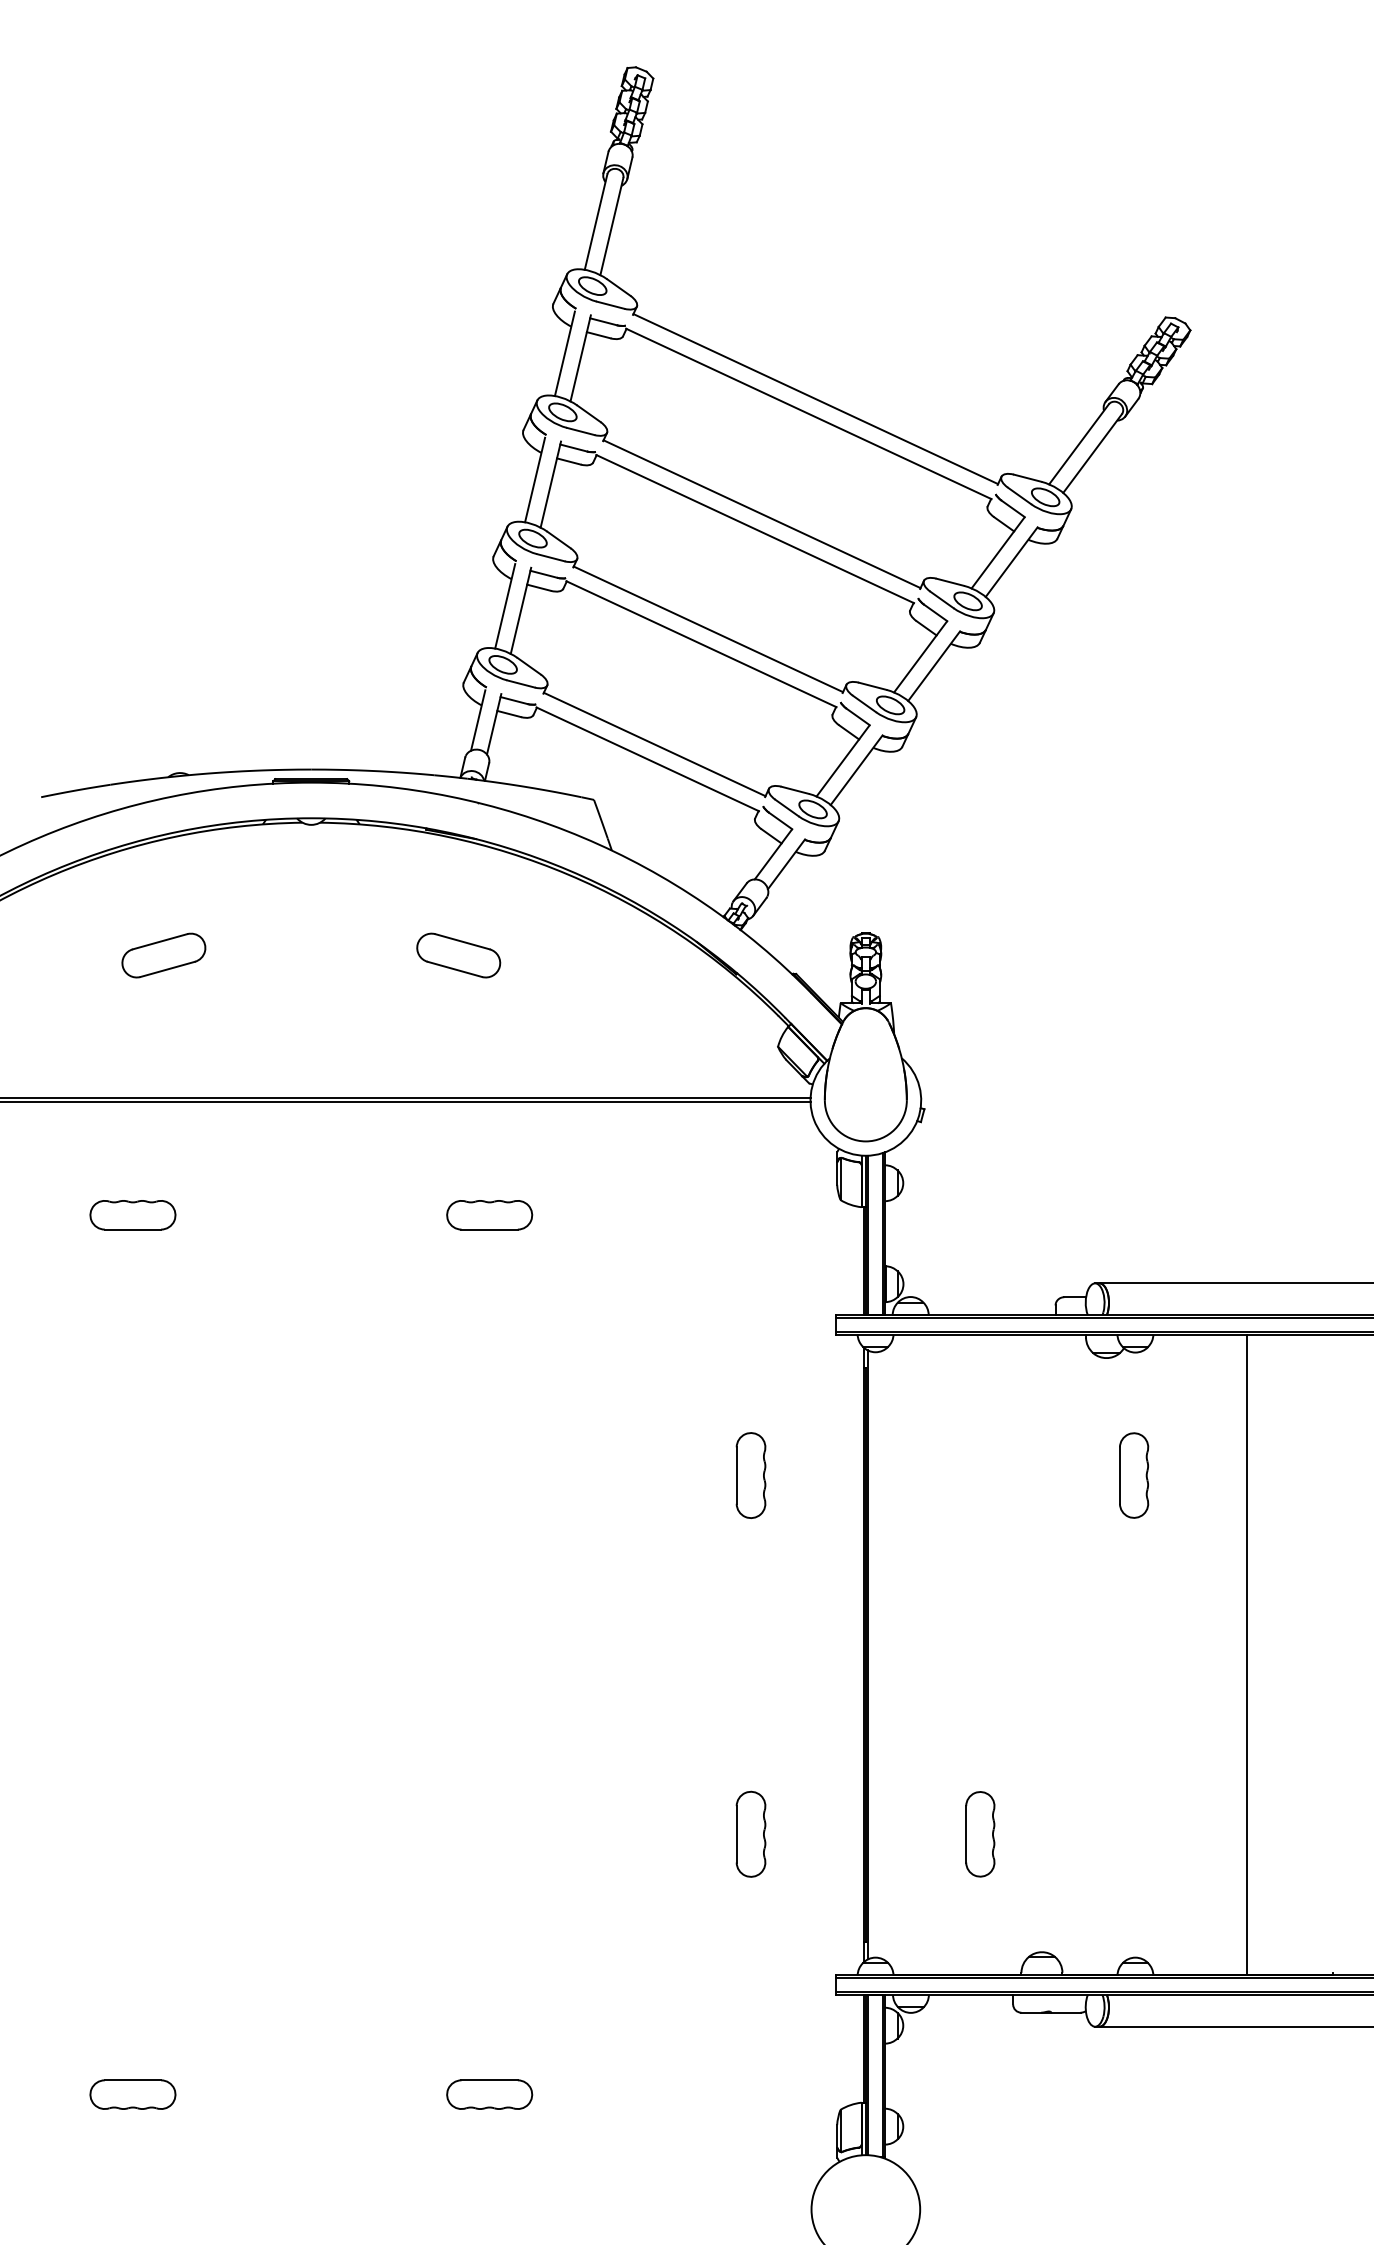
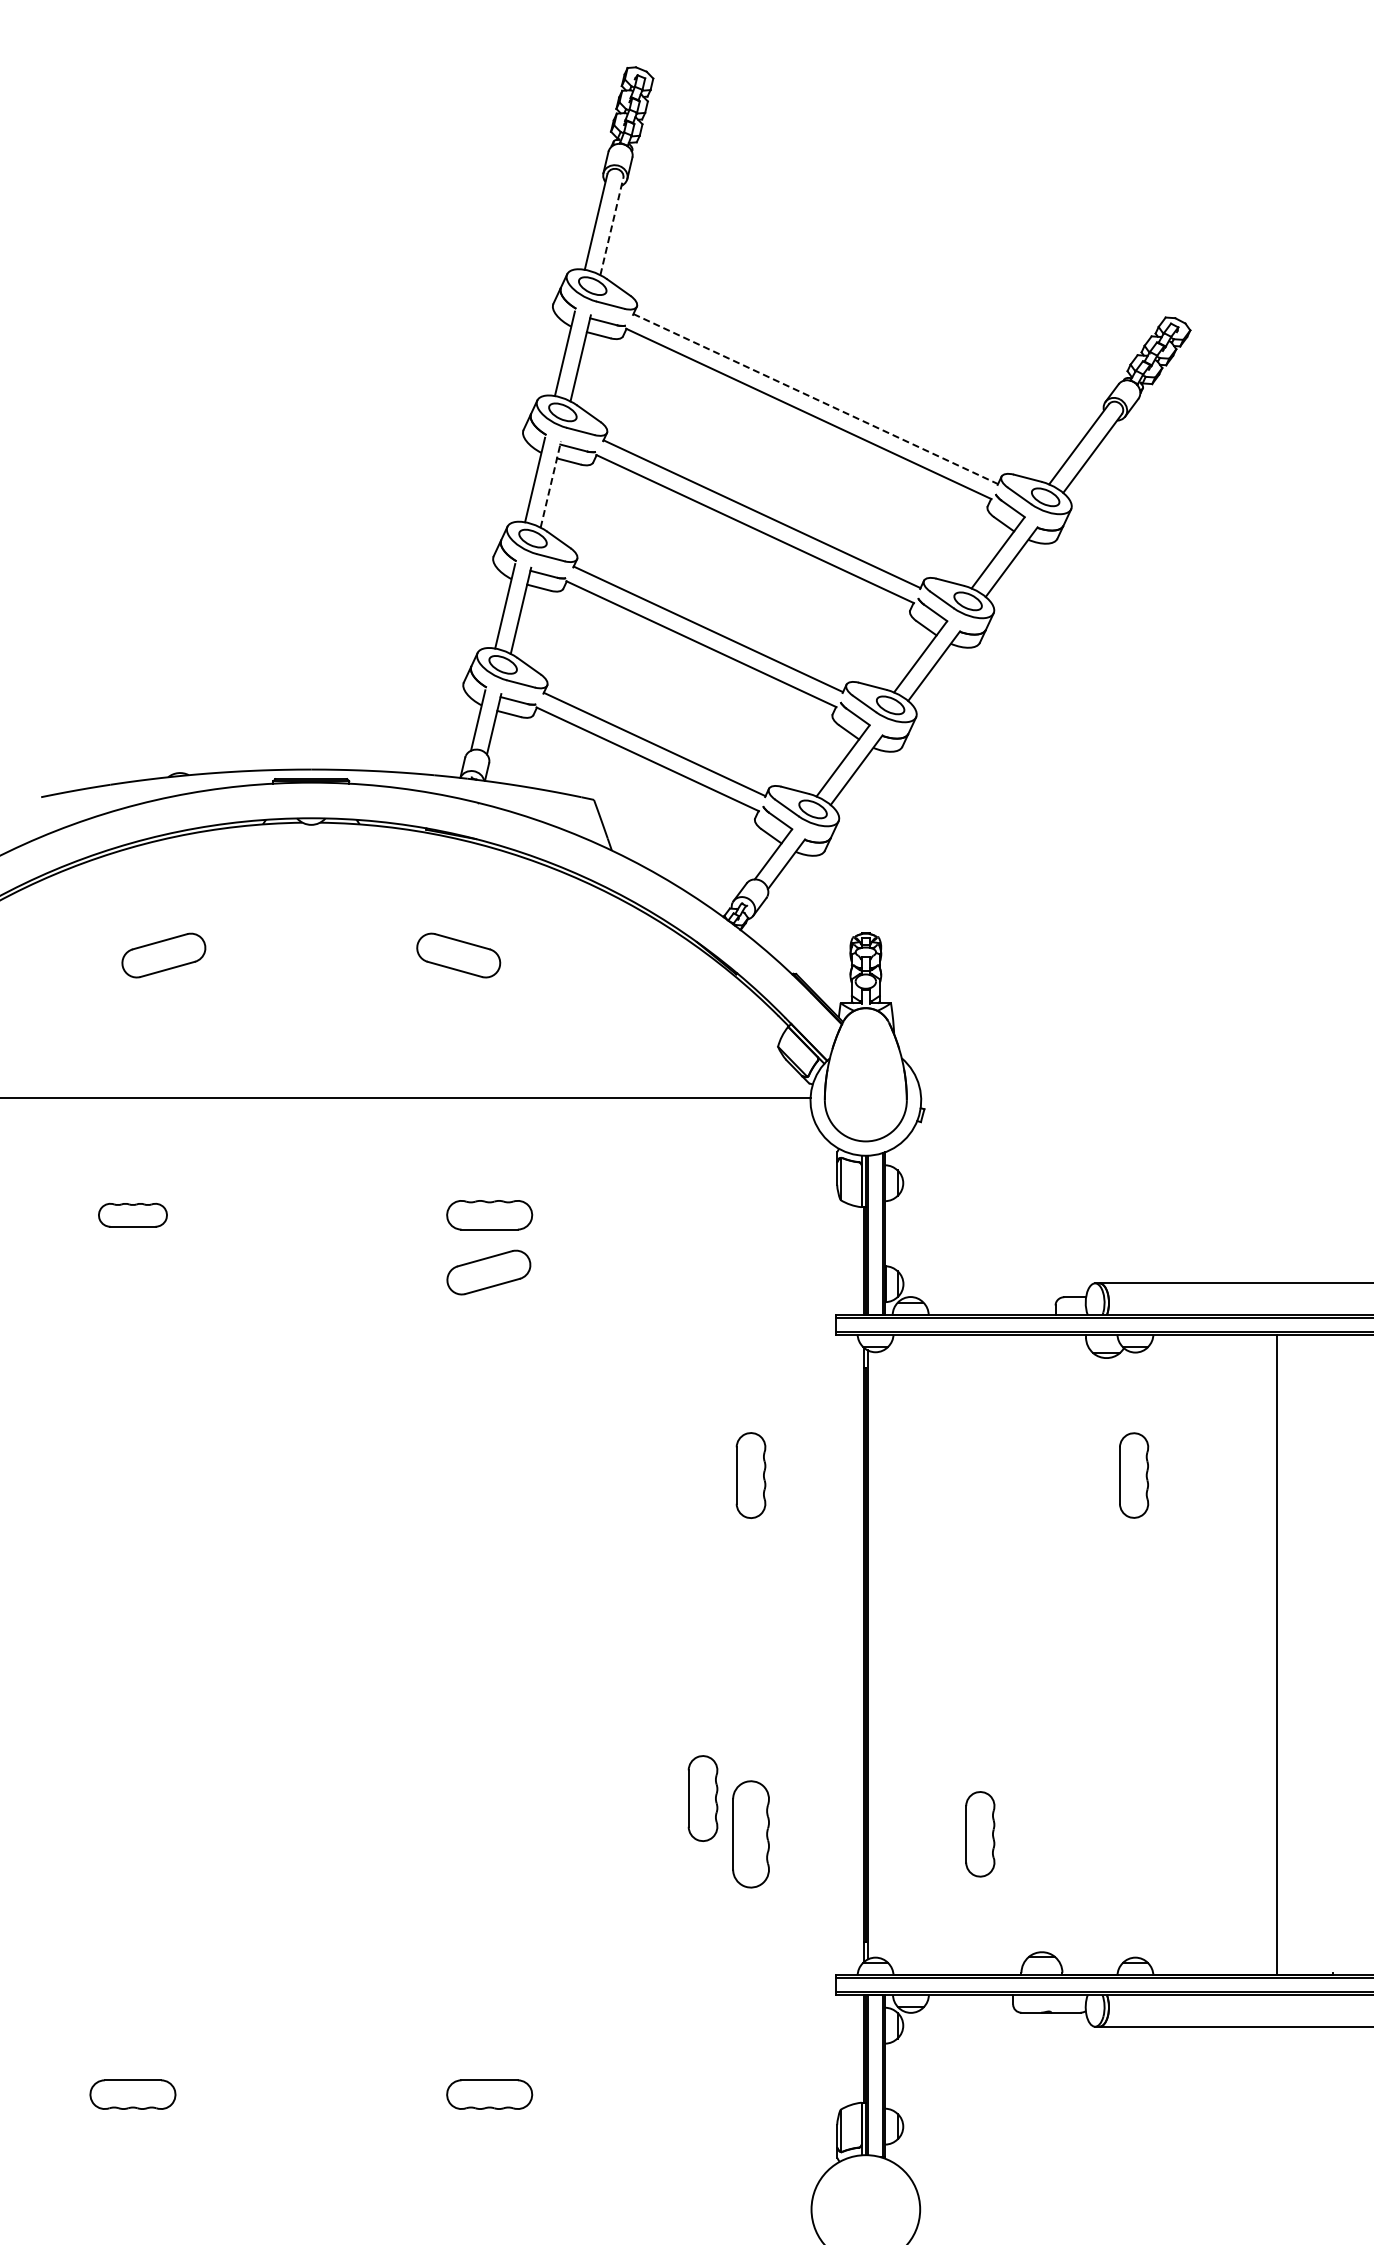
line at (611, 226): solid -> dashed
line at (816, 399): solid -> dashed
line at (550, 484): solid -> dashed
line at (406, 1102): present -> none
part at (132, 1215) size: 88x31 px -> 70x26 px
part at (488, 1272): none -> present
line at (1246, 1654) position: (1246, 1654) -> (1276, 1654)
part at (702, 1798): none -> present
part at (750, 1833) size: 32x88 px -> 38x109 px
